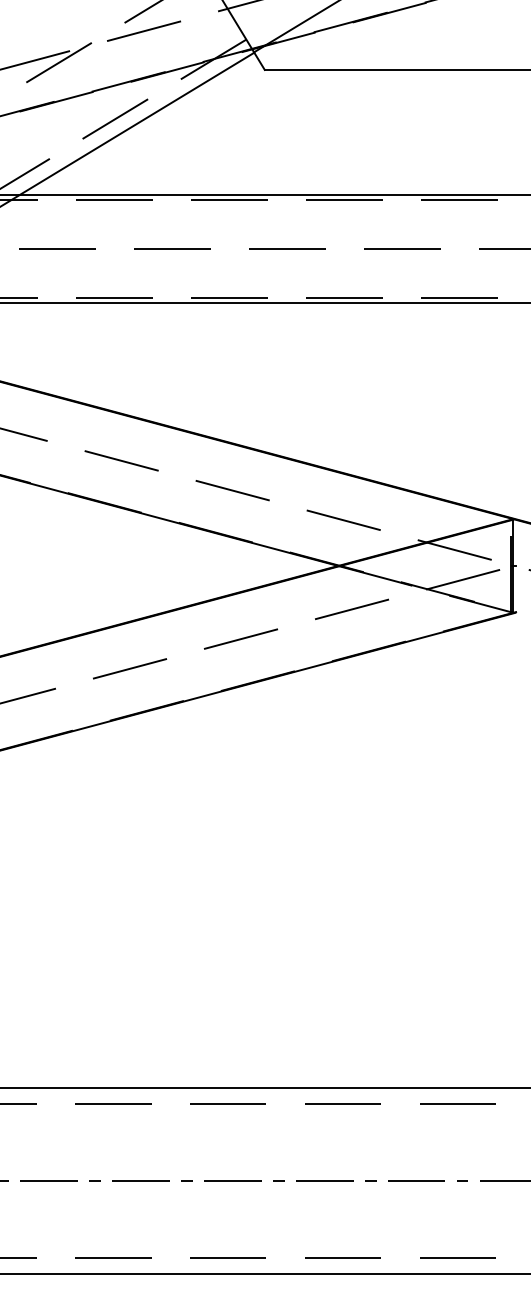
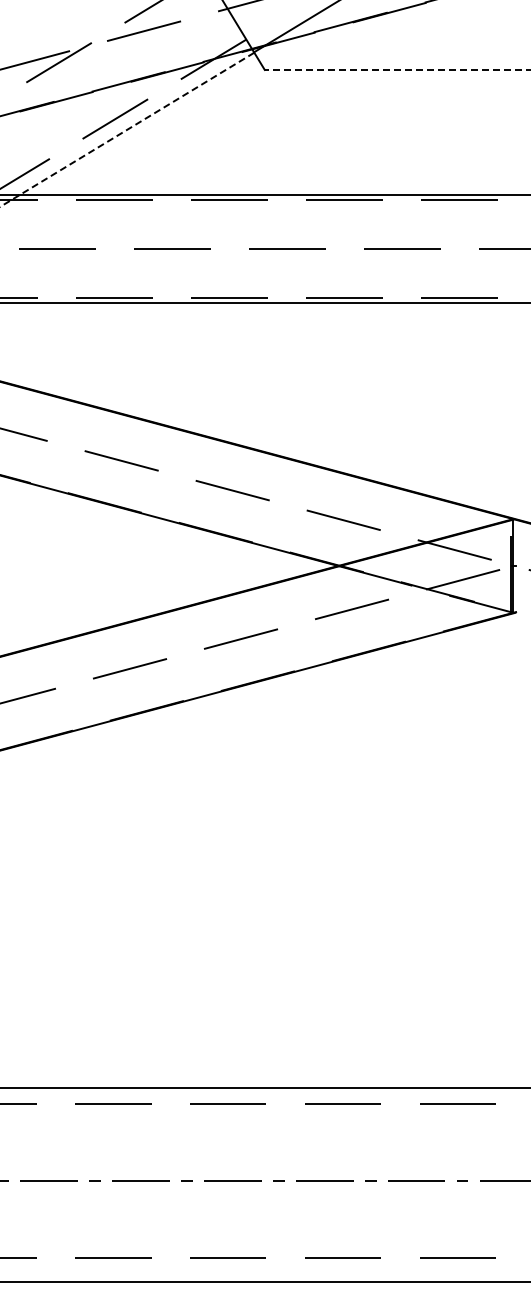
line at (397, 69): solid -> dashed
line at (126, 129): solid -> dashed
line at (264, 1273) position: (264, 1273) -> (264, 1281)
